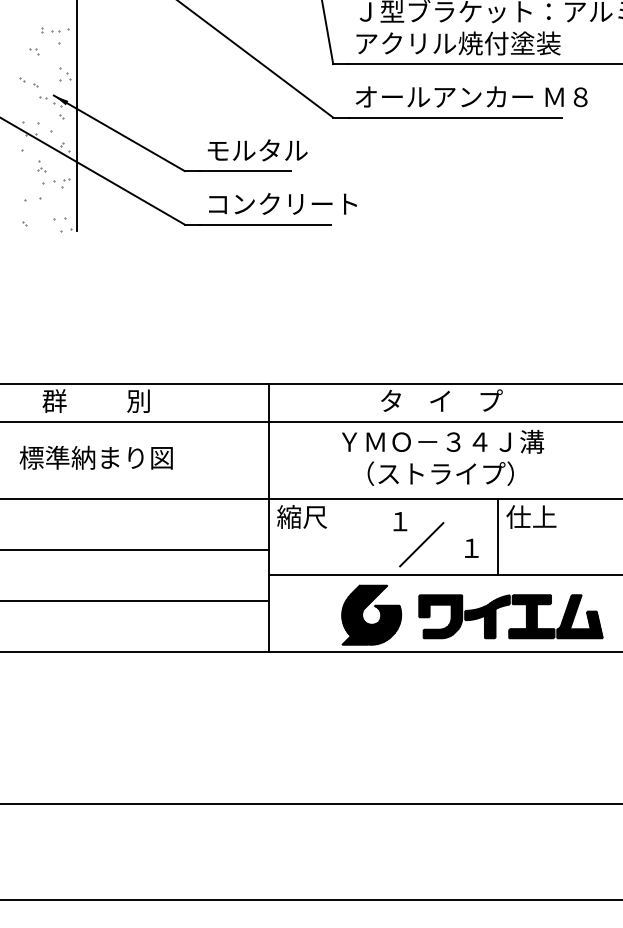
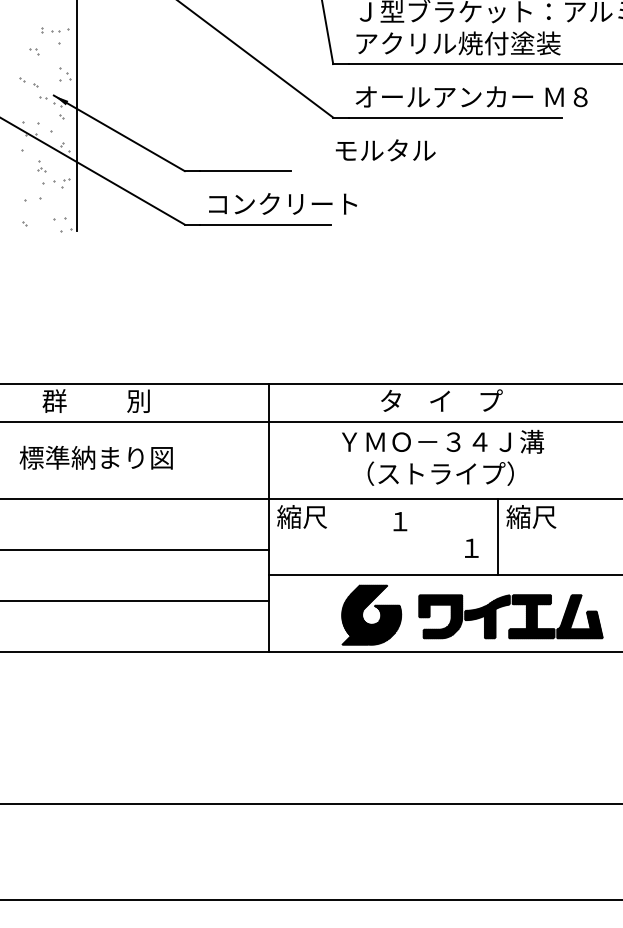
text at (257, 150) position: (257, 150) -> (385, 150)
text at (531, 516): 仕上 -> 縮尺
line at (421, 544): present -> none
